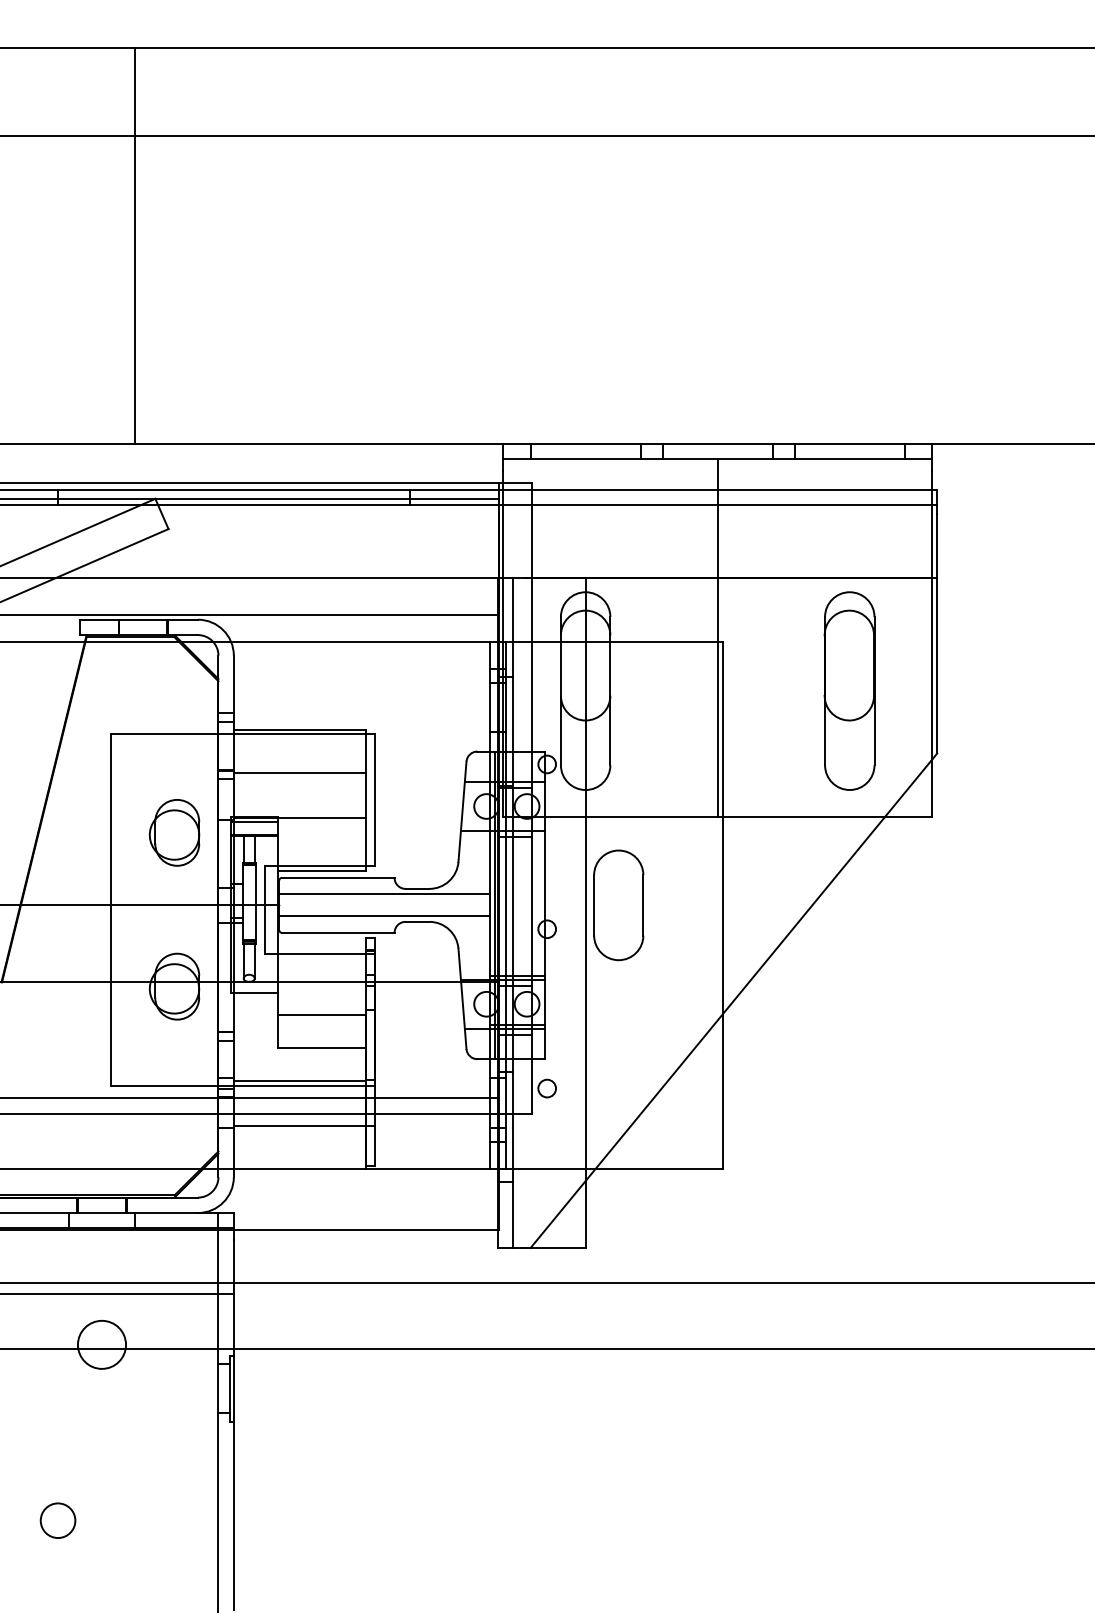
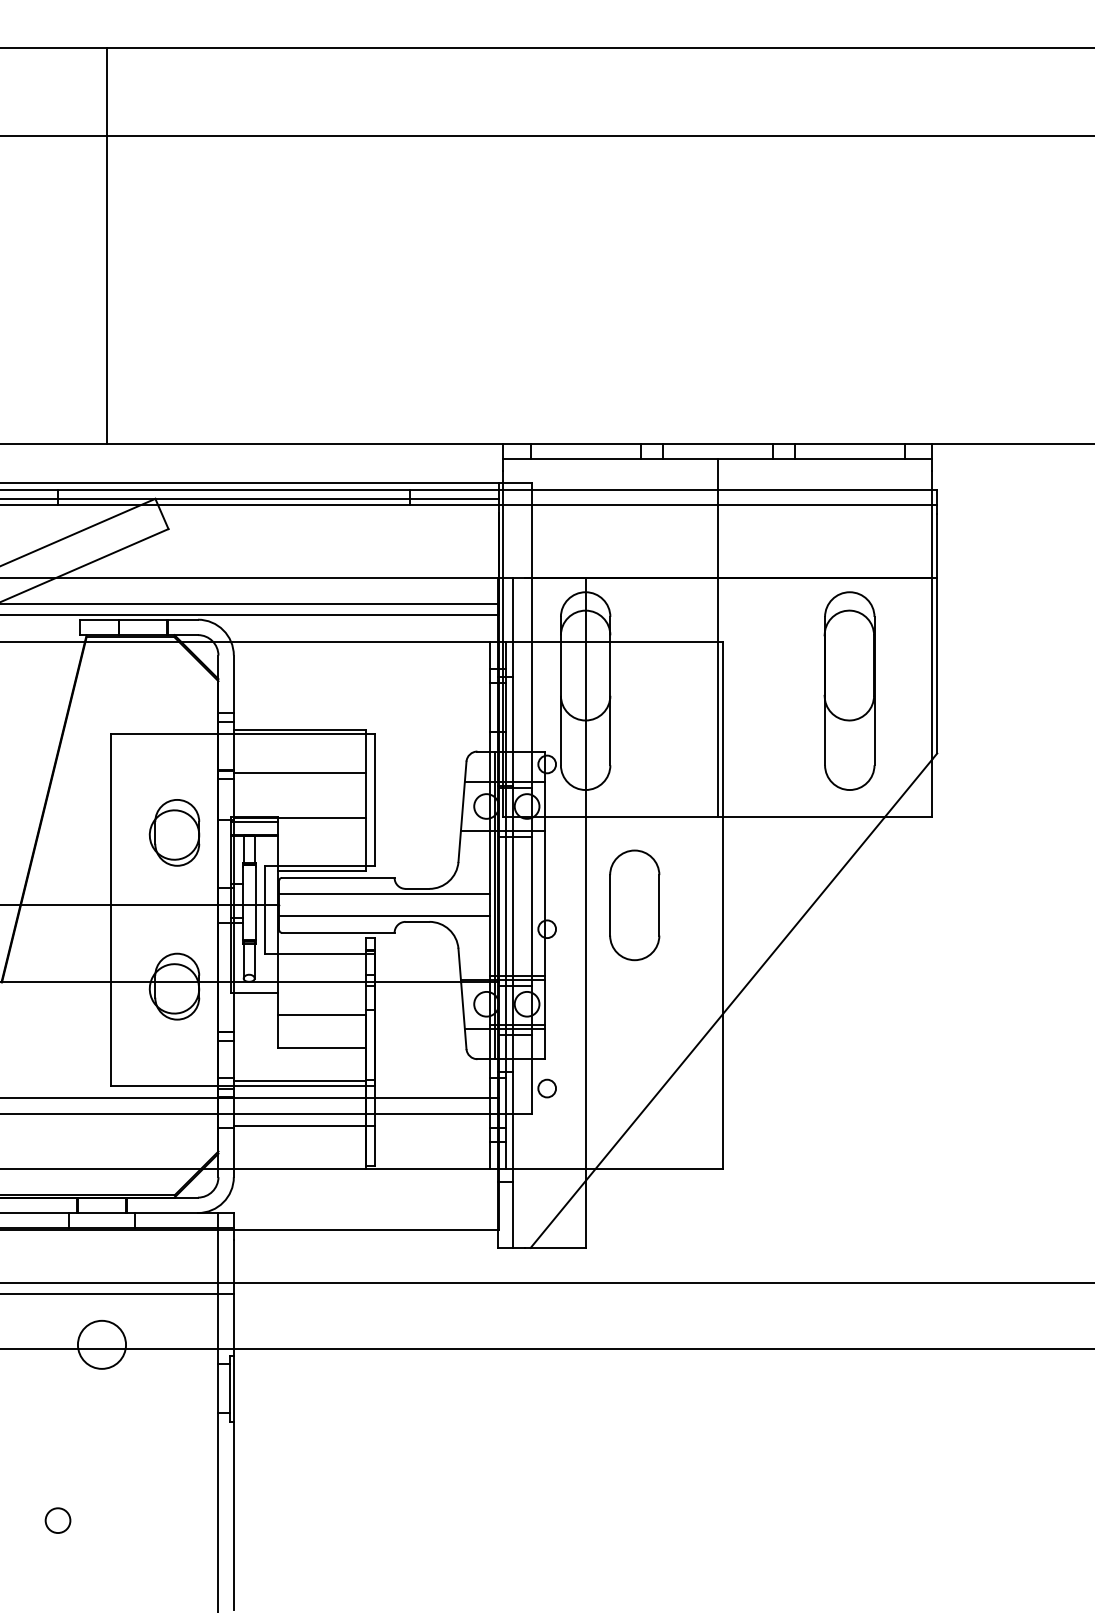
line at (135, 245) position: (135, 245) -> (107, 245)
line at (250, 603): none -> present
part at (618, 905) position: (618, 905) -> (634, 905)
circle at (57, 1520) size: 38x37 px -> 28x27 px
